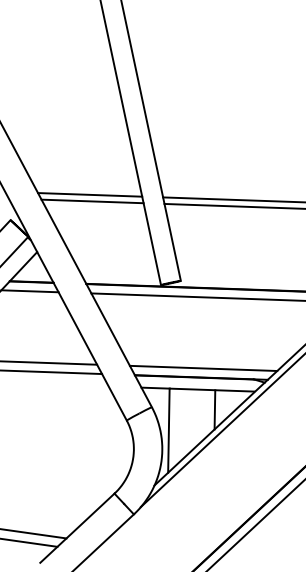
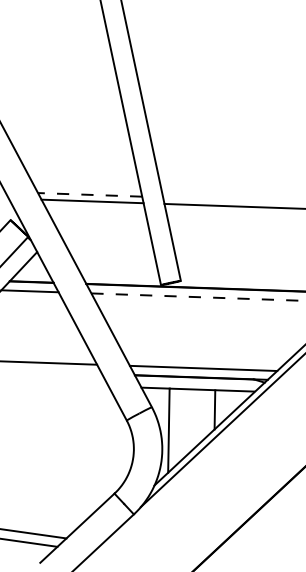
line at (89, 194): solid -> dashed
line at (232, 199): present -> none
line at (199, 297): solid -> dashed
line at (52, 372): present -> none
line at (255, 525): present -> none
